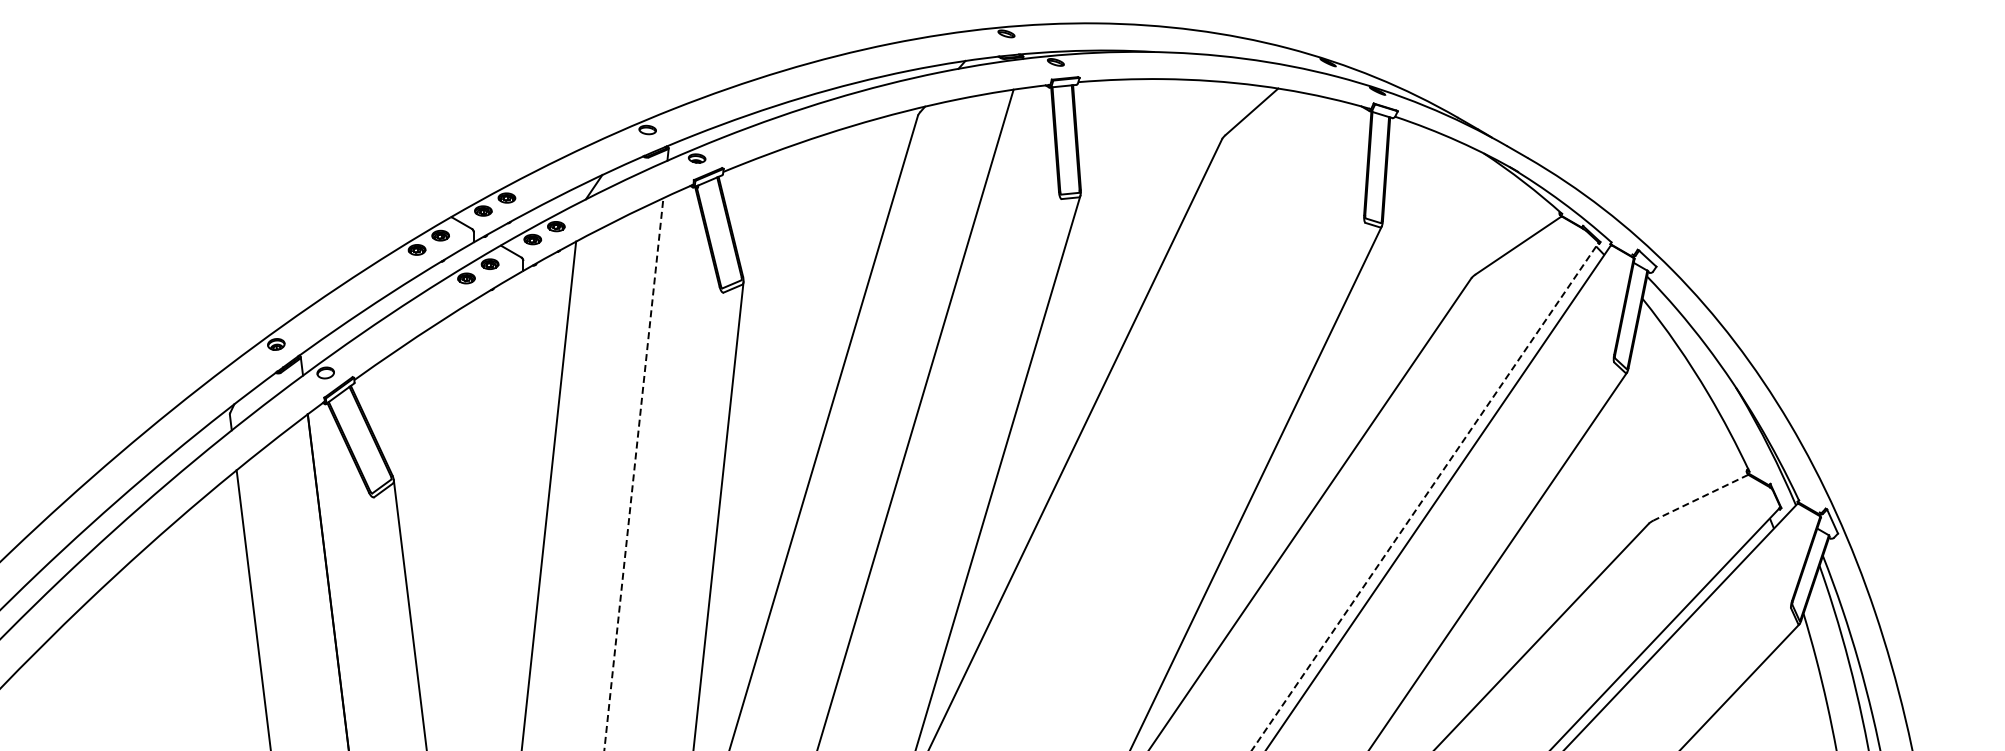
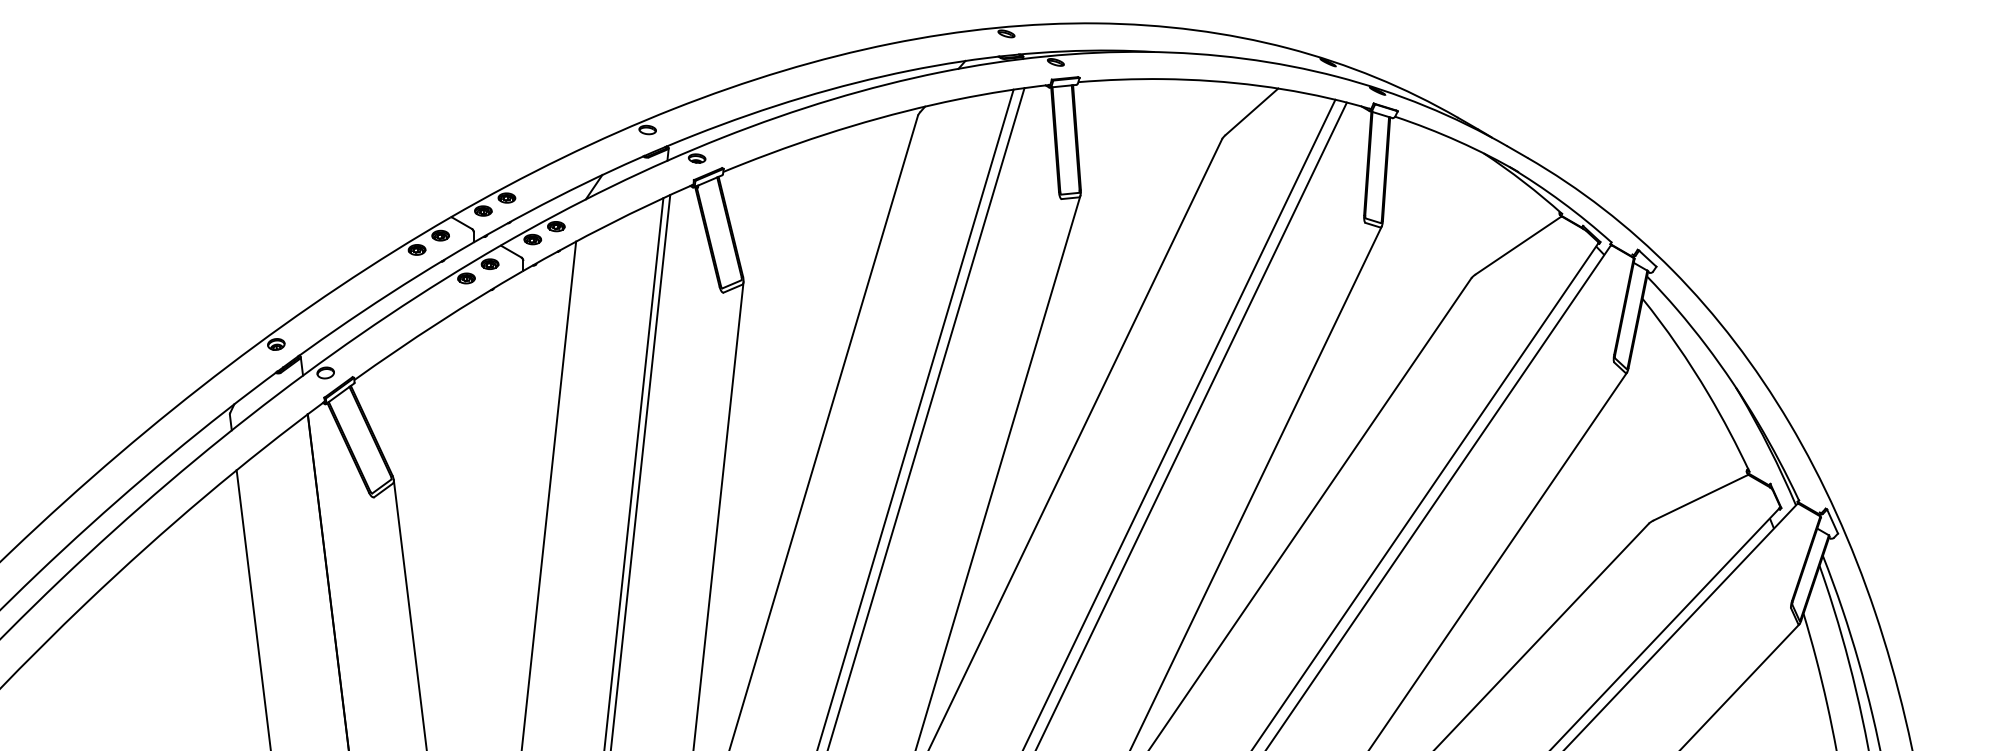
line at (926, 417): none -> present
line at (1179, 423): none -> present
line at (1191, 424): none -> present
line at (640, 470): none -> present
line at (633, 474): dashed -> solid
line at (1425, 496): dashed -> solid
line at (1700, 497): dashed -> solid
